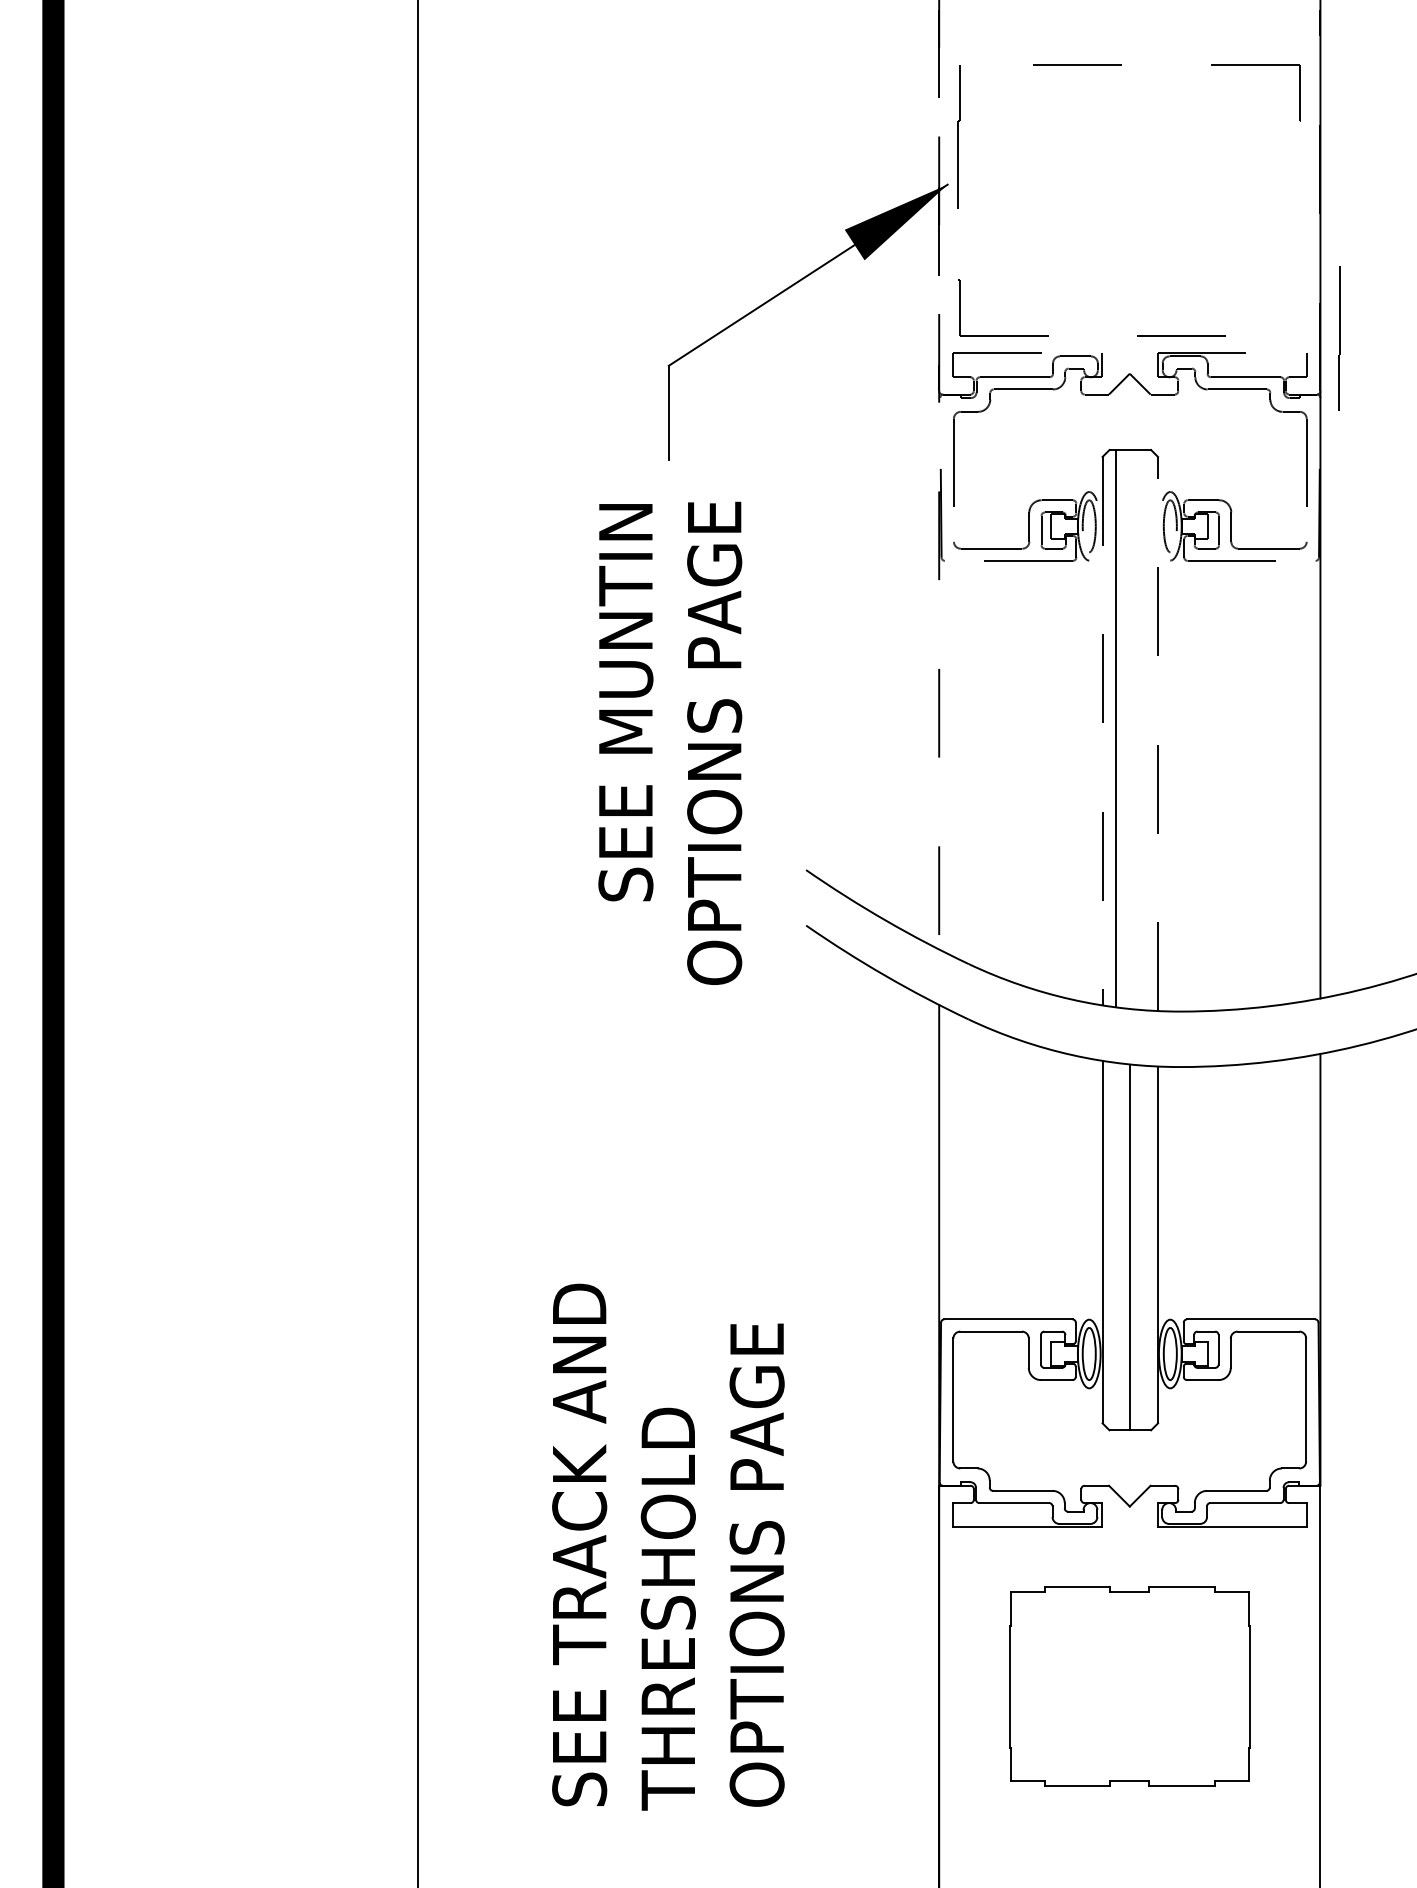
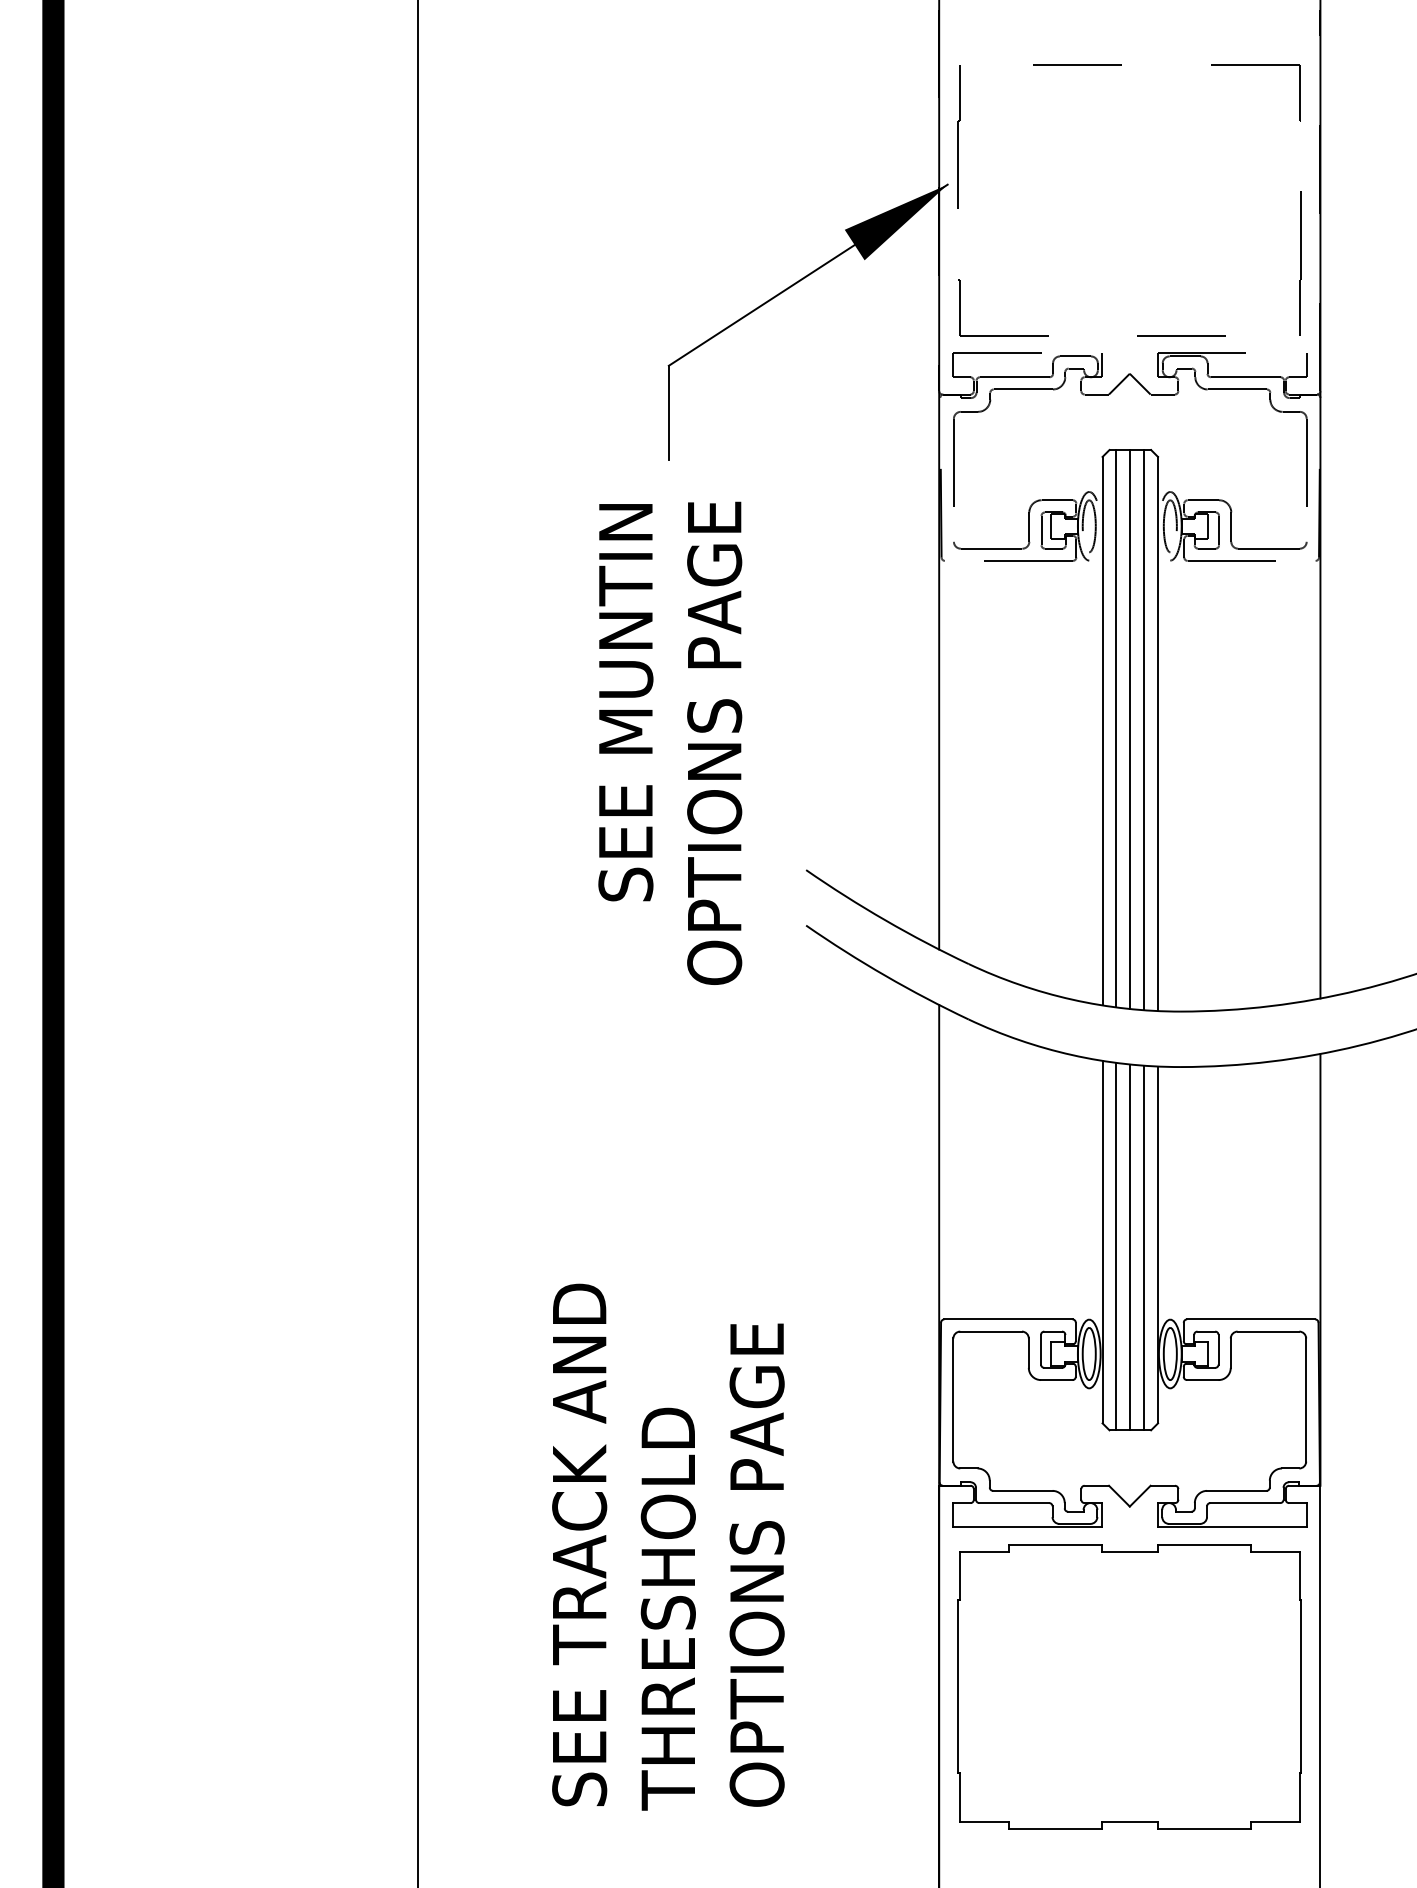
line at (1339, 338) position: (1339, 338) -> (1300, 263)
line at (939, 475): dashed -> solid
line at (1130, 729): none -> present
line at (1144, 730): none -> present
line at (1102, 731): dashed -> solid
line at (1158, 733): dashed -> solid
line at (1116, 1246): none -> present
line at (1144, 1247): none -> present
part at (1129, 1686) size: 242x201 px -> 345x286 px
